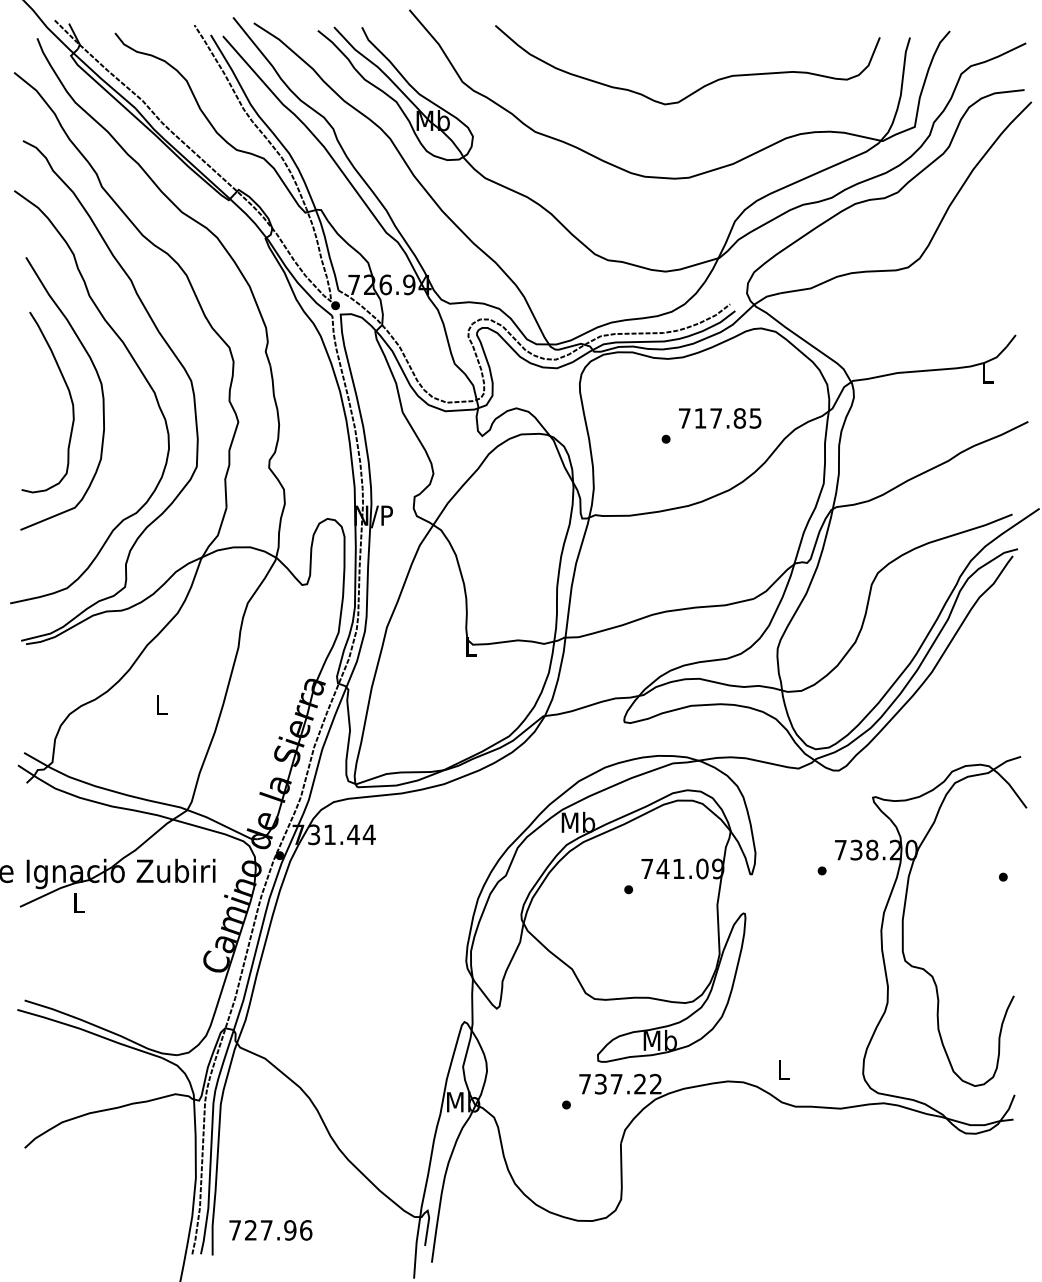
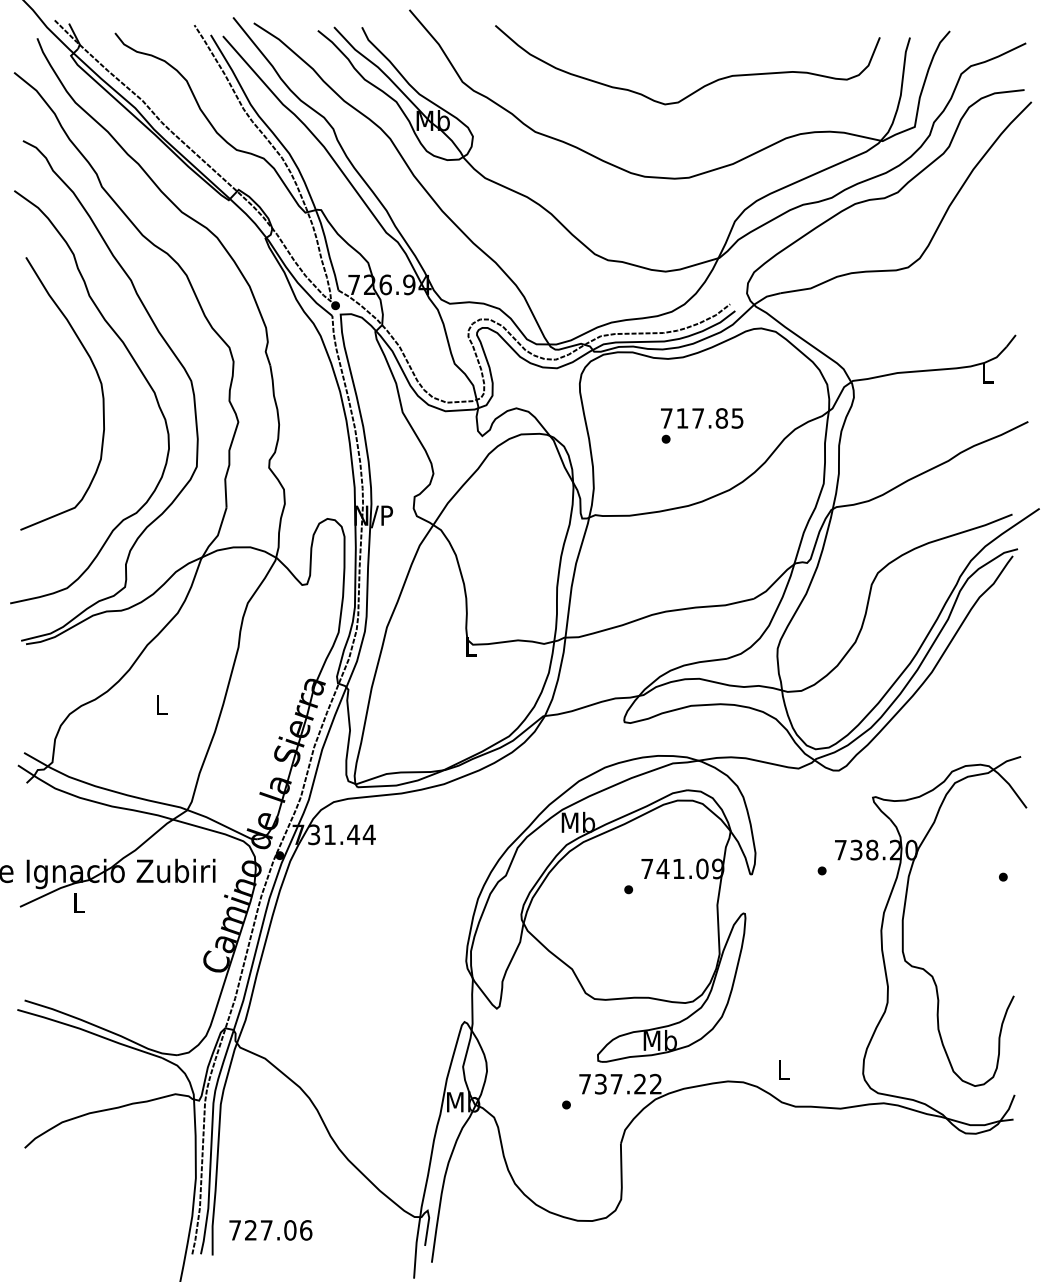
curve at (69, 396): present -> none
text at (720, 418) position: (720, 418) -> (702, 418)
text at (290, 1230): 727.96 -> 727.06
